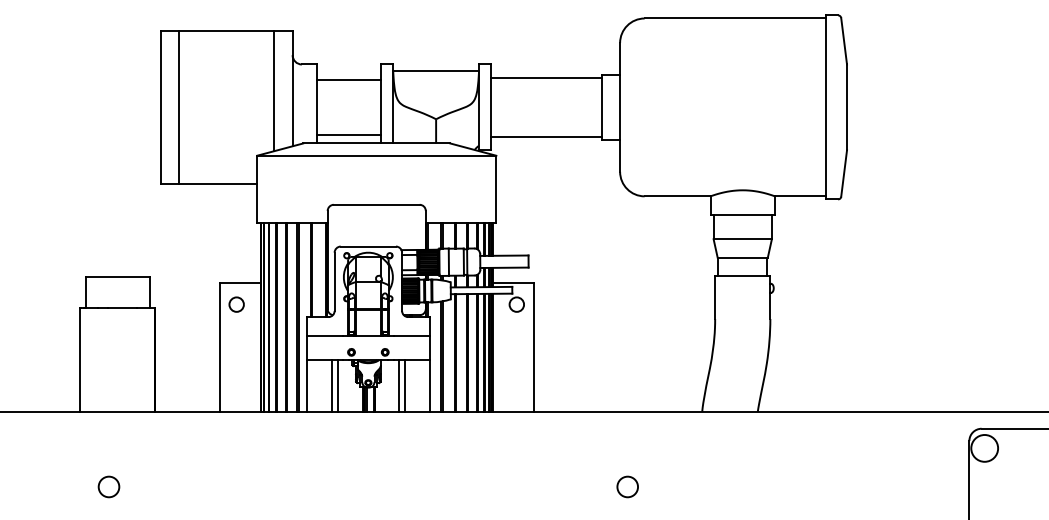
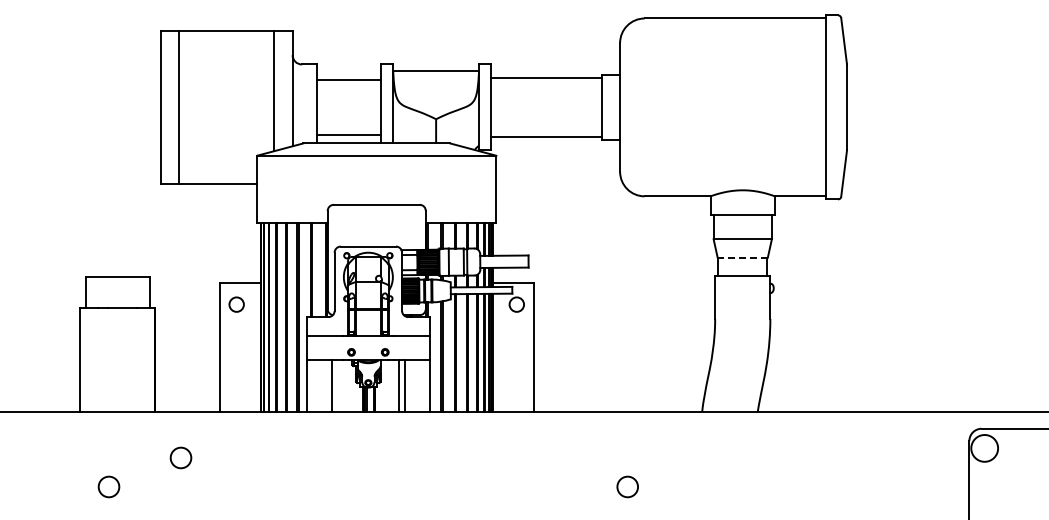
line at (742, 257): solid -> dashed
line at (337, 385): present -> none
circle at (180, 457): none -> present
